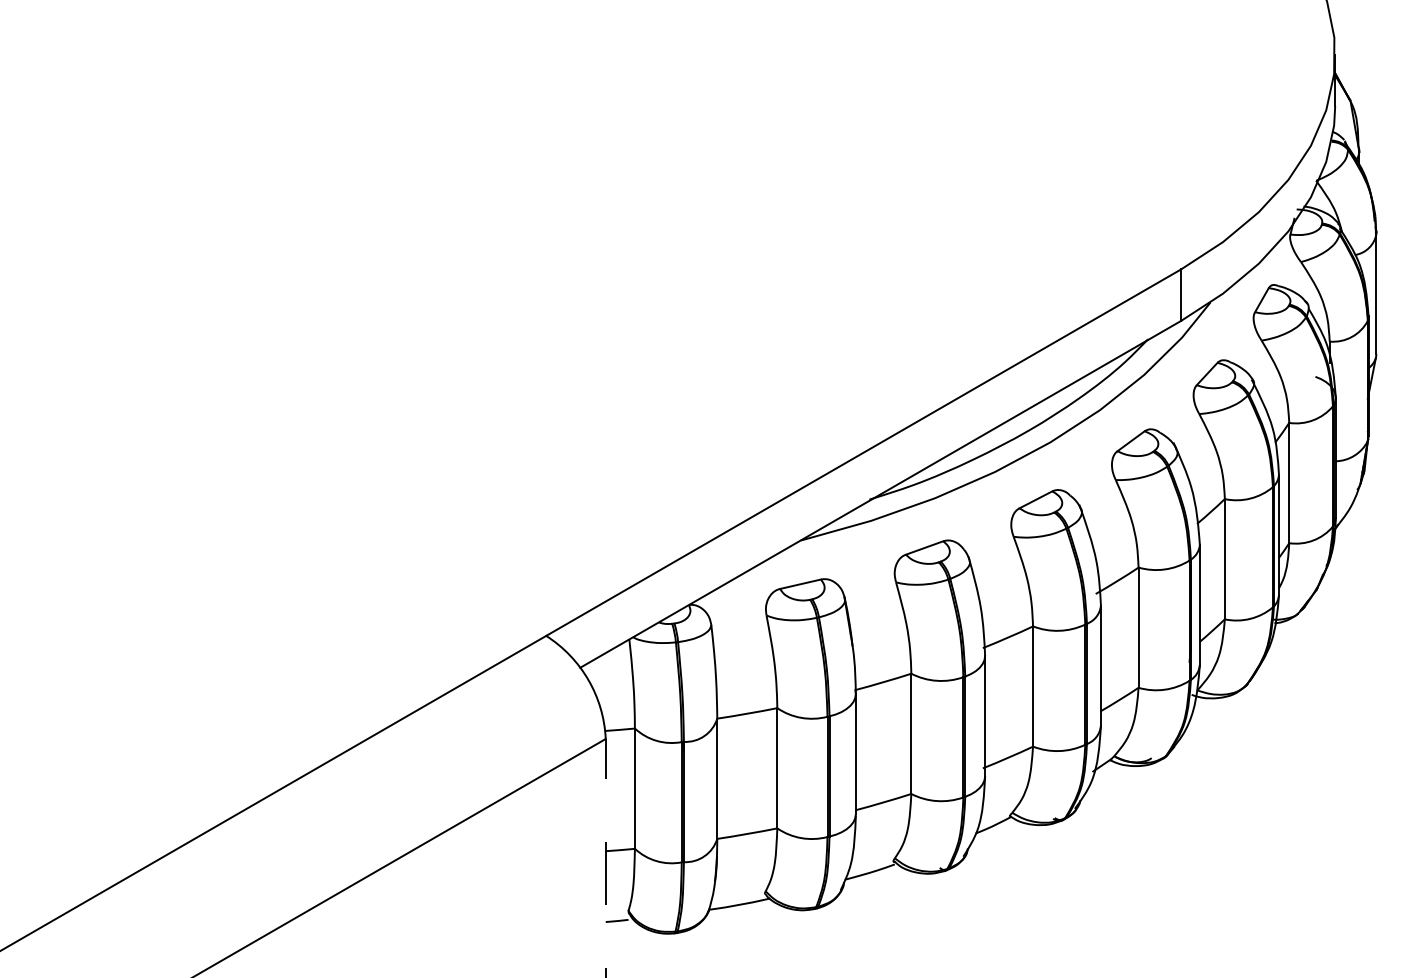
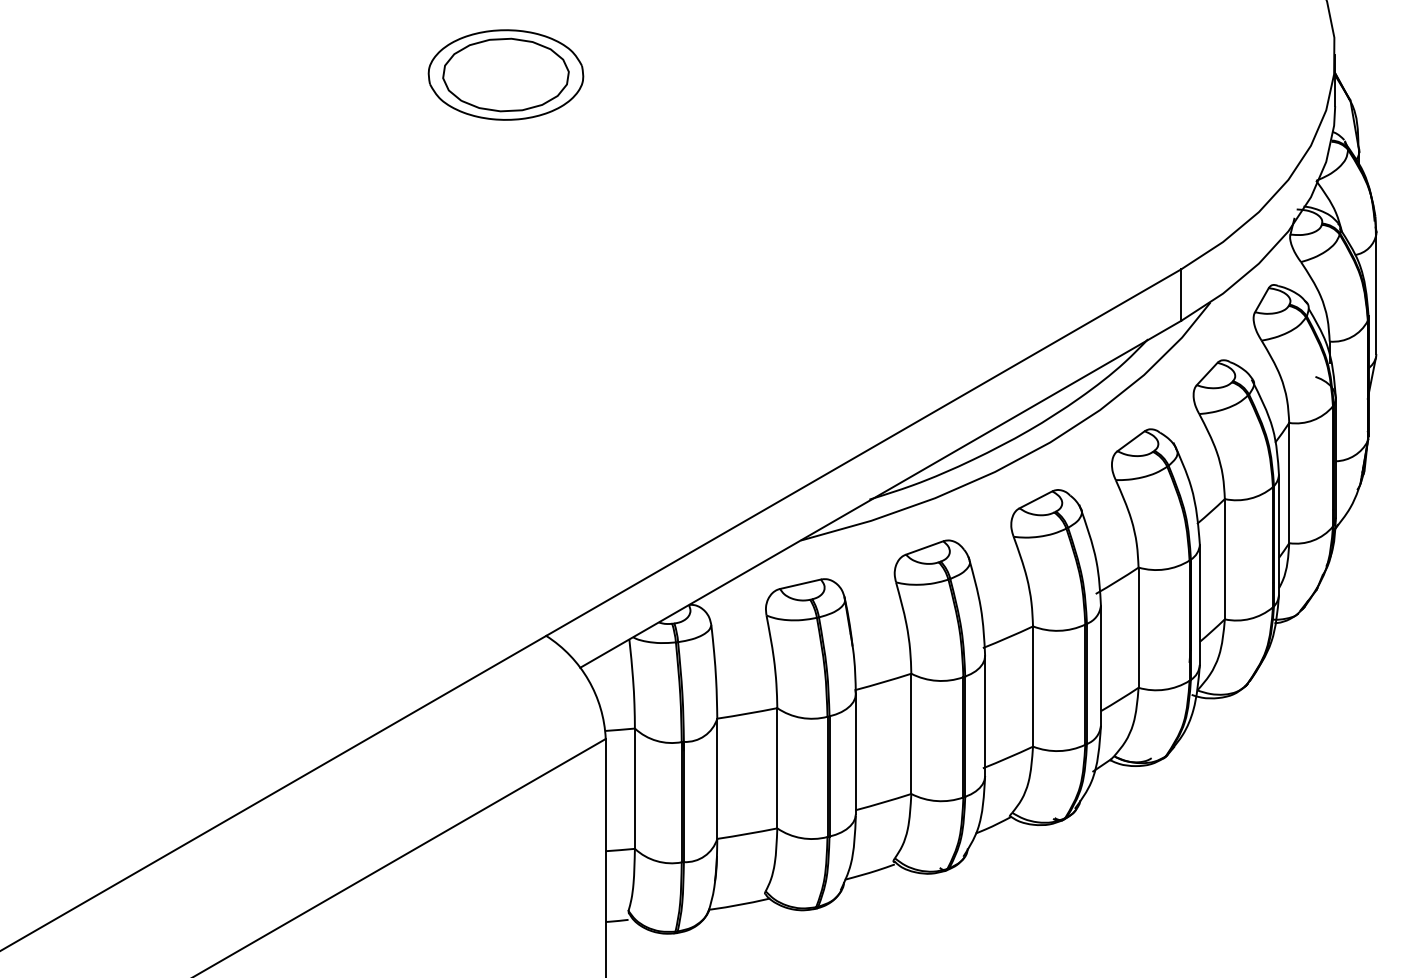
part at (505, 74): none -> present
line at (605, 857): dashed -> solid
